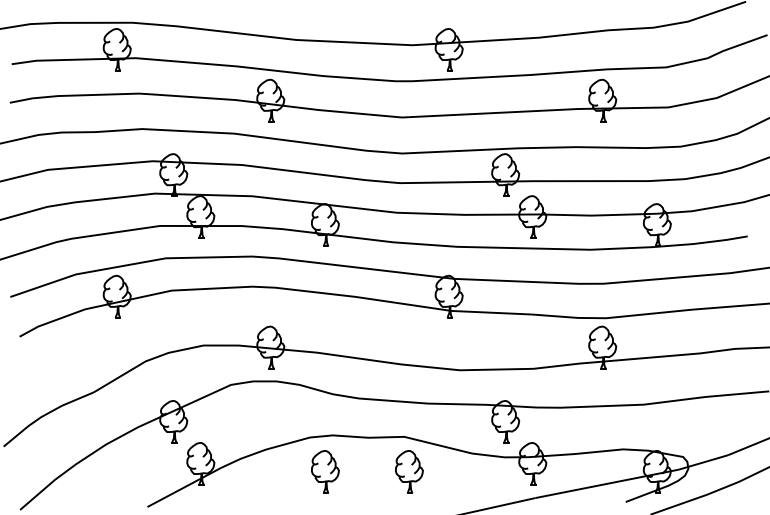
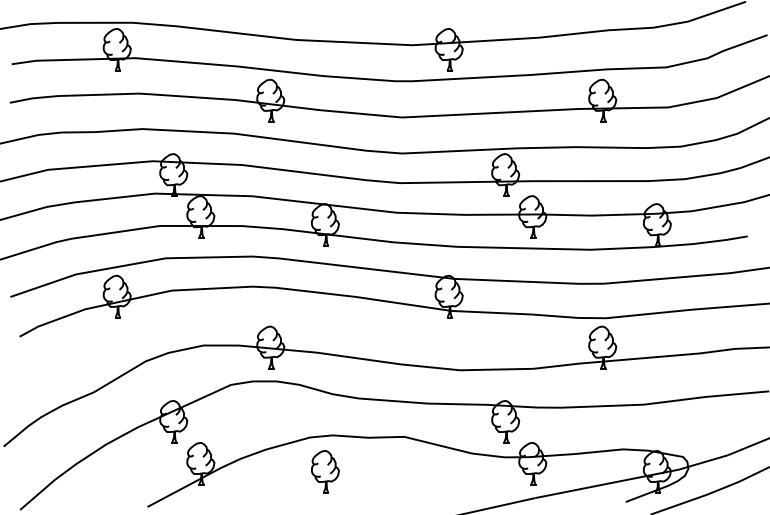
part at (409, 471): present -> none
